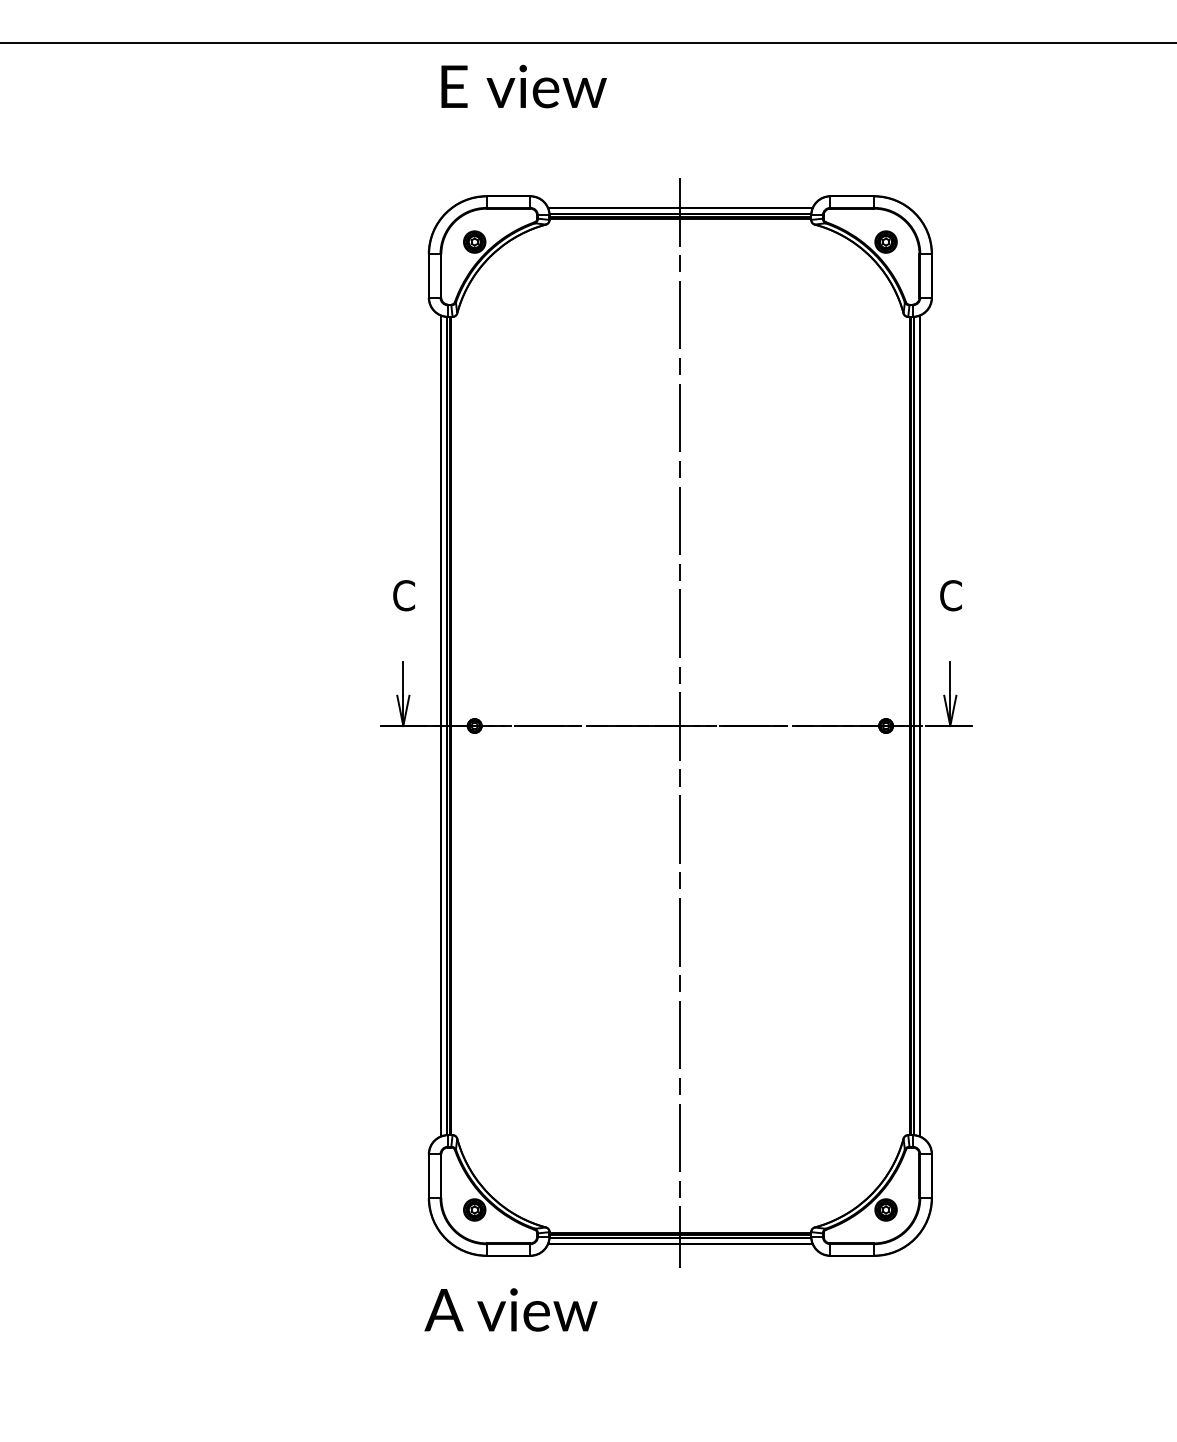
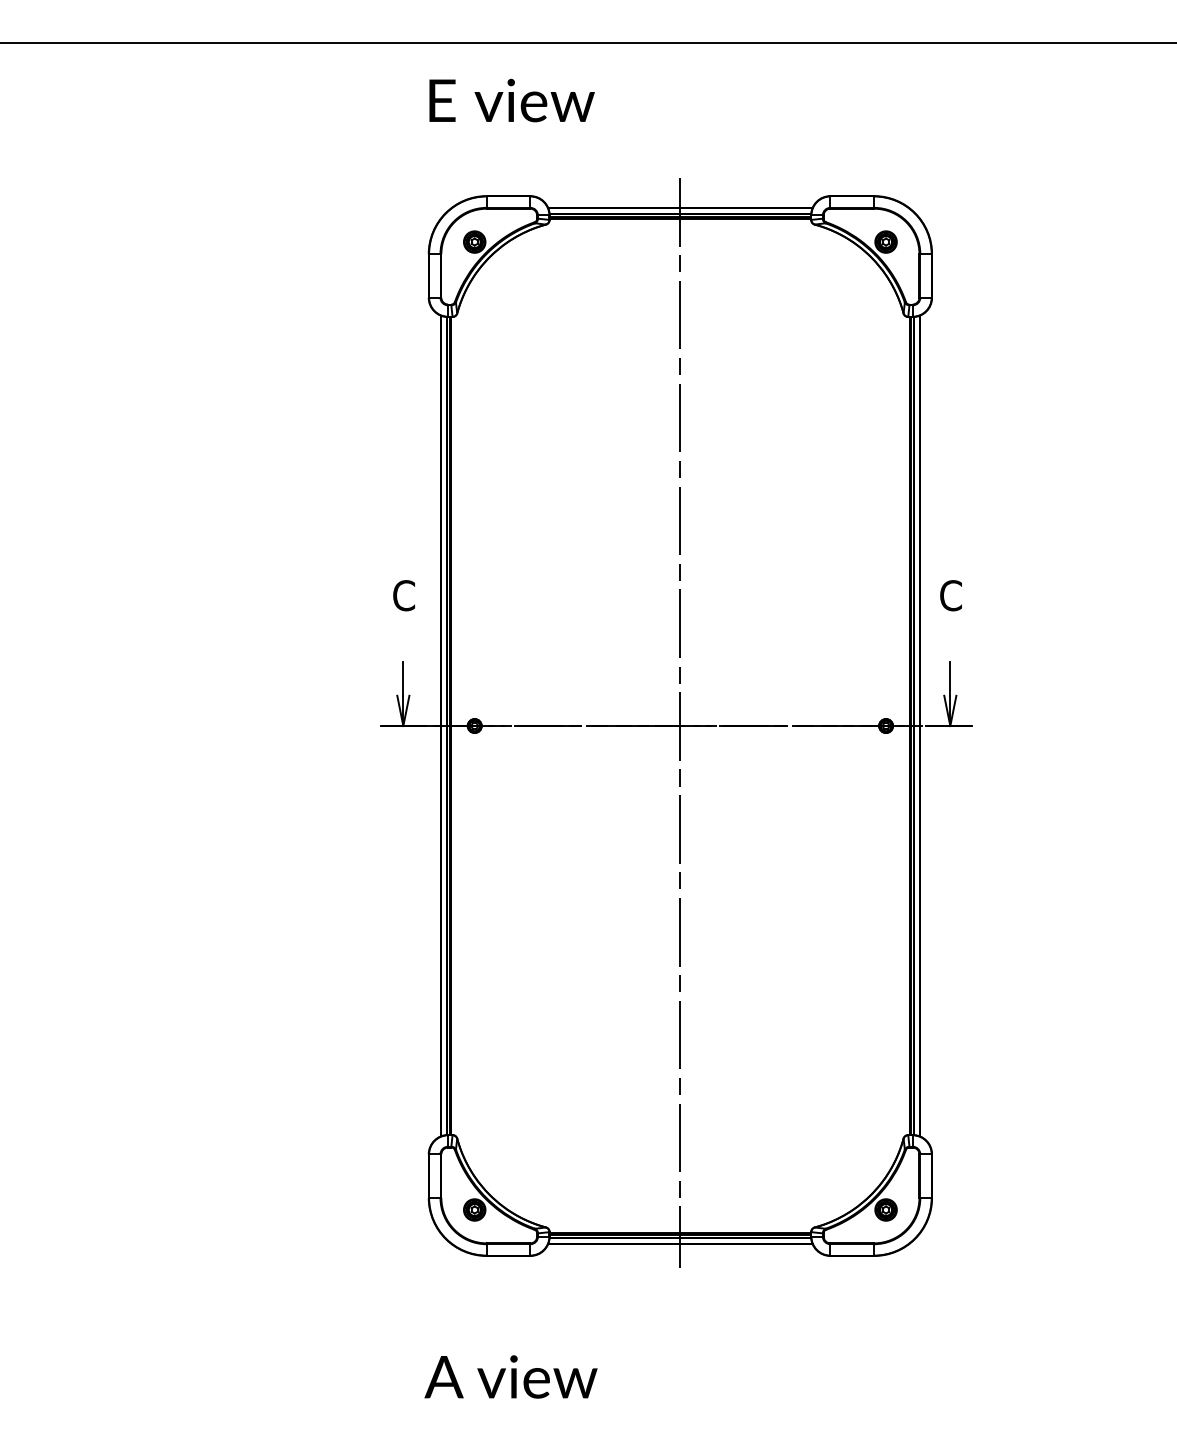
text at (523, 86) position: (523, 86) -> (511, 100)
text at (510, 1309) position: (510, 1309) -> (510, 1376)
